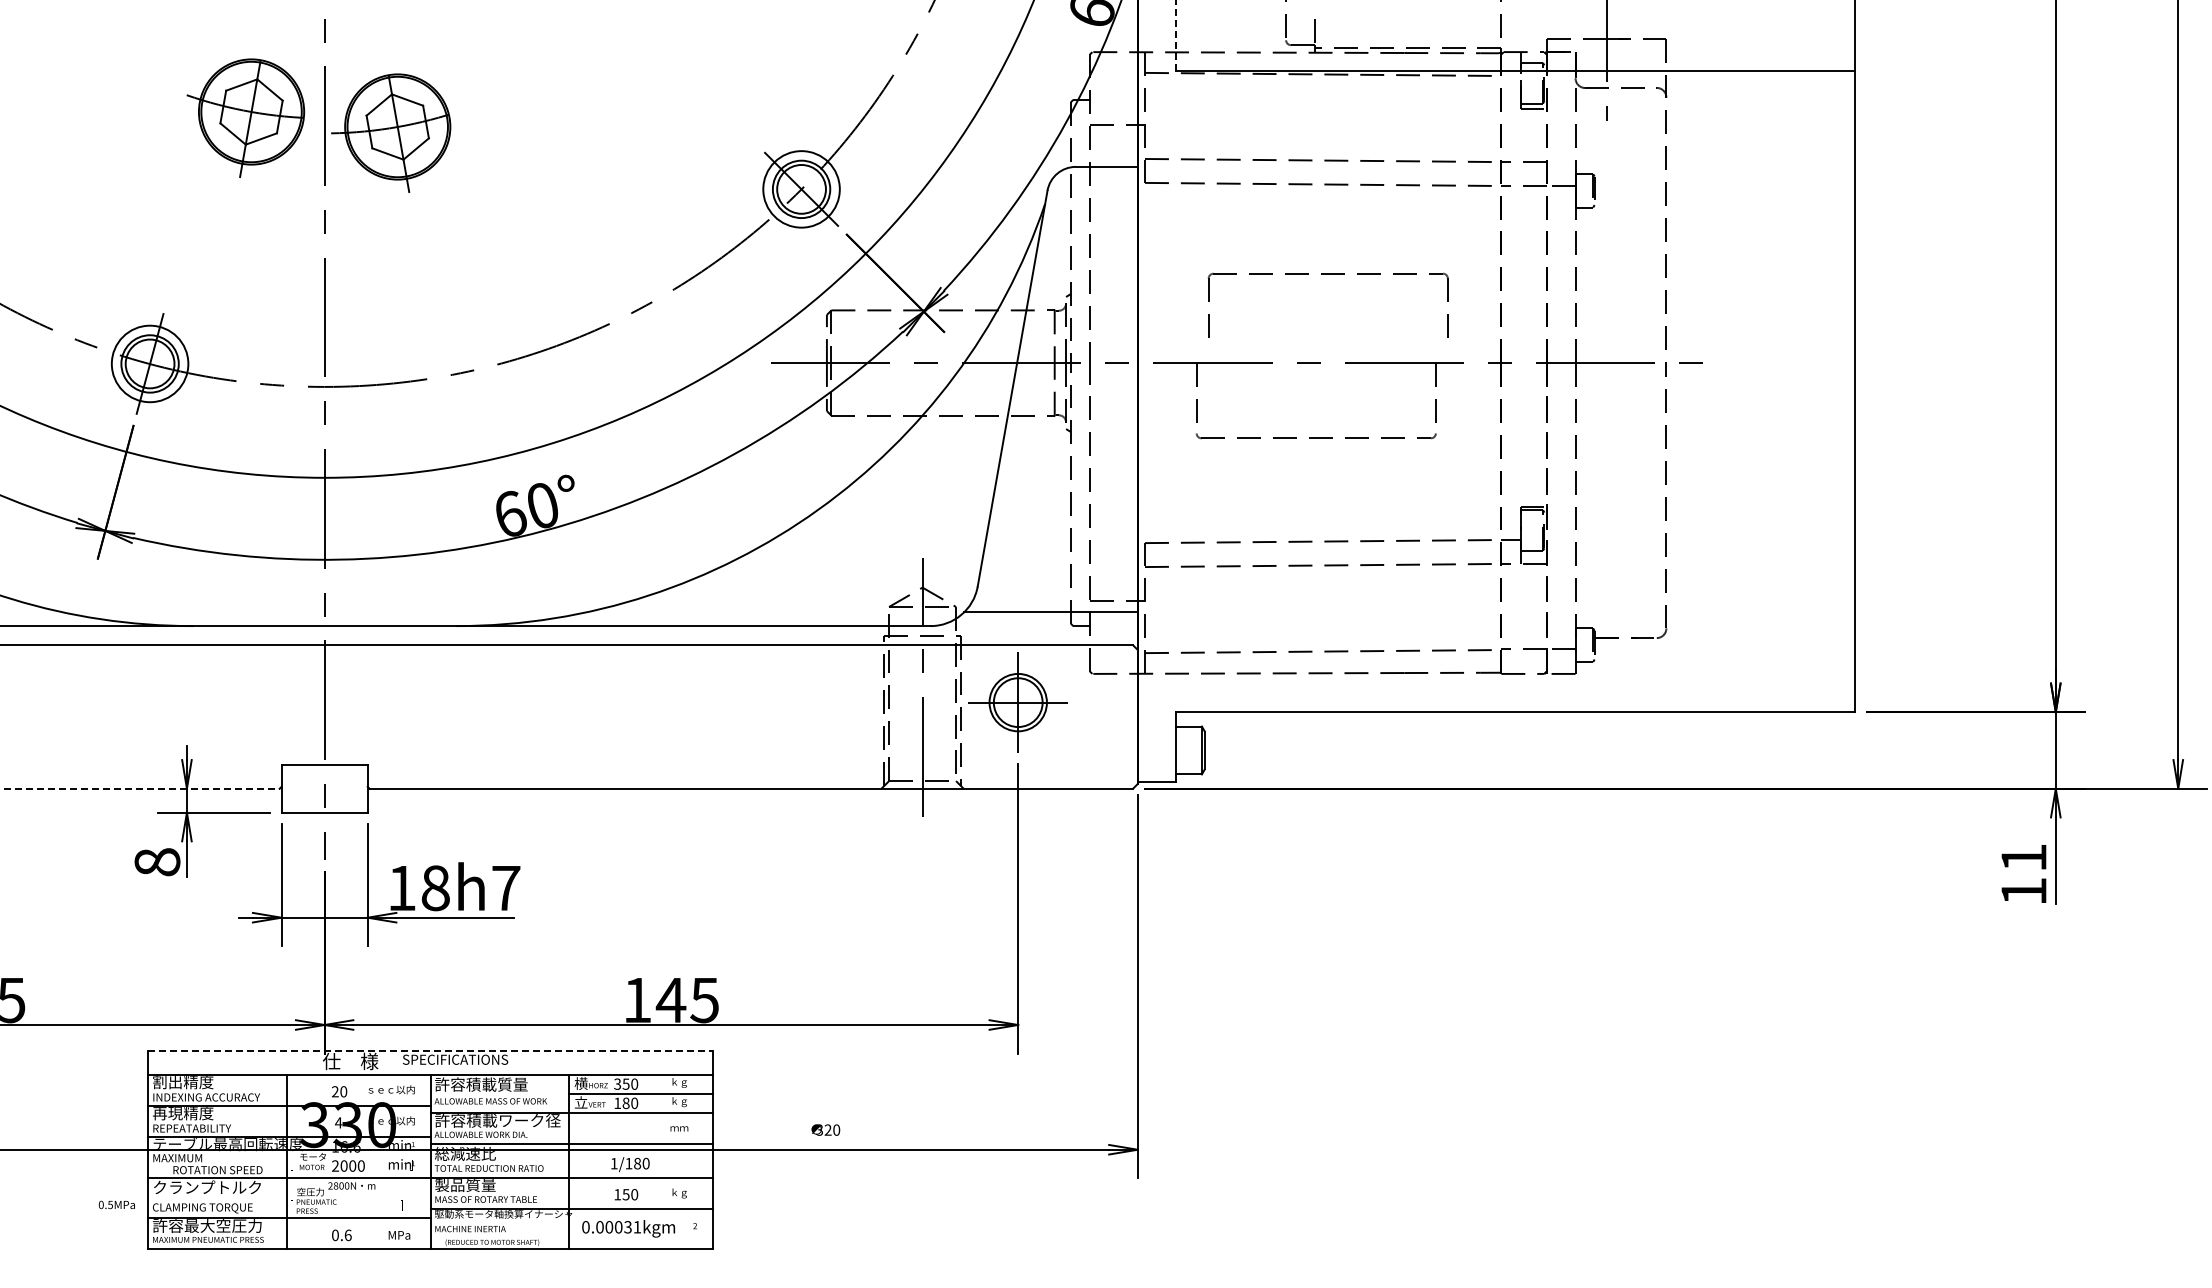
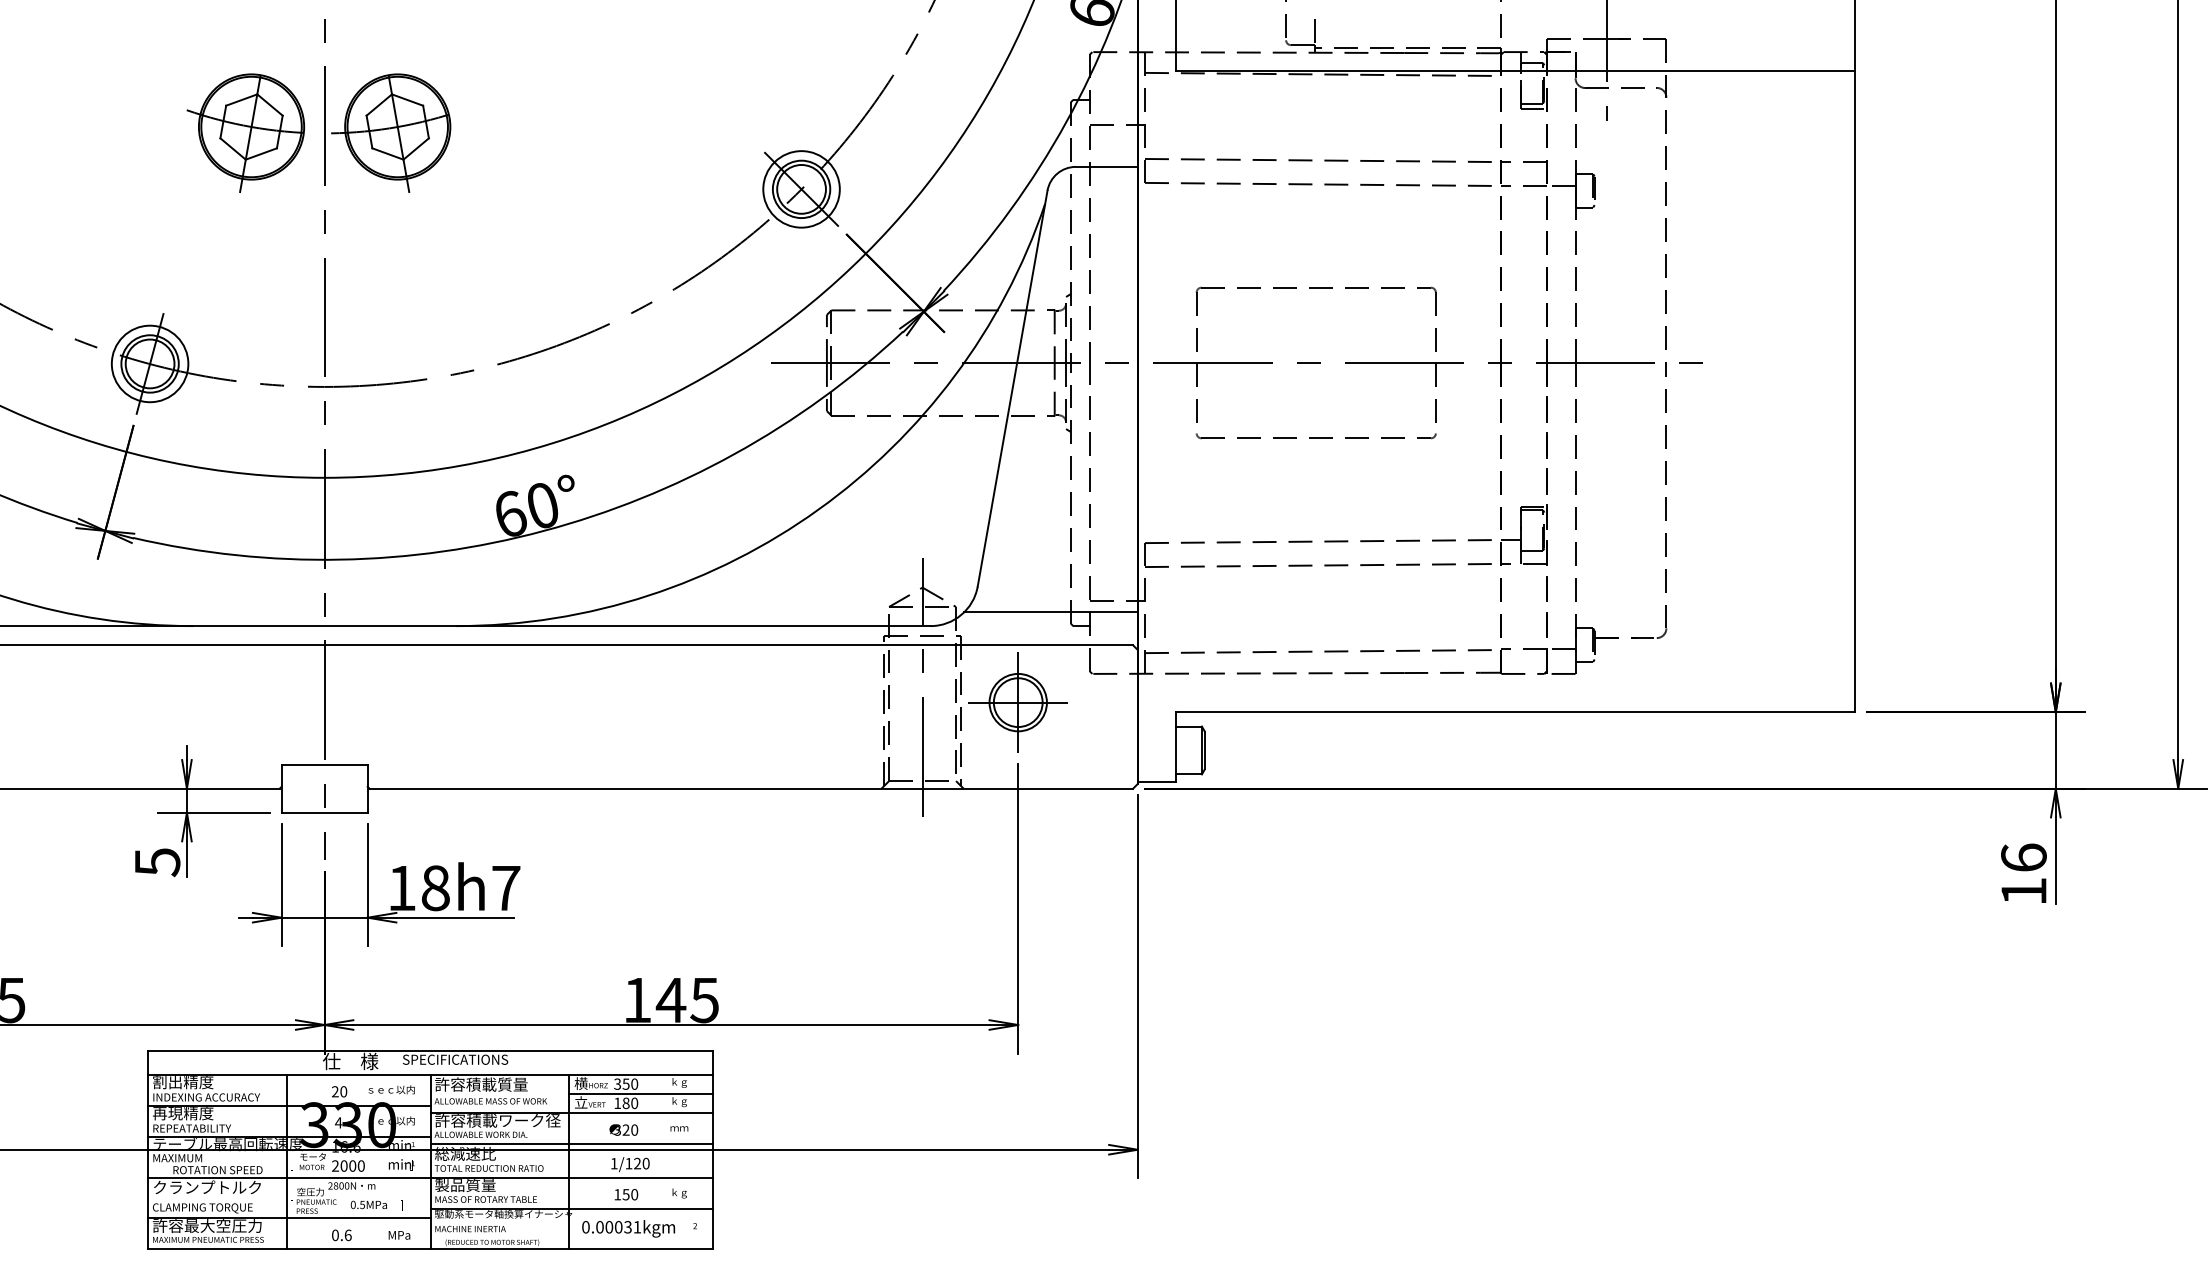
line at (1176, 35): dashed -> solid
part at (245, 117) position: (245, 117) -> (245, 132)
part at (1327, 274) position: (1327, 274) -> (1315, 288)
line at (140, 788): dashed -> solid
text at (2023, 857): 11 -> 16
text at (157, 862): 8 -> 5
line at (431, 1050): dashed -> solid
text at (825, 1129) position: (825, 1129) -> (623, 1129)
text at (637, 1163): 1/180 -> 1/120
text at (116, 1204) position: (116, 1204) -> (368, 1204)
